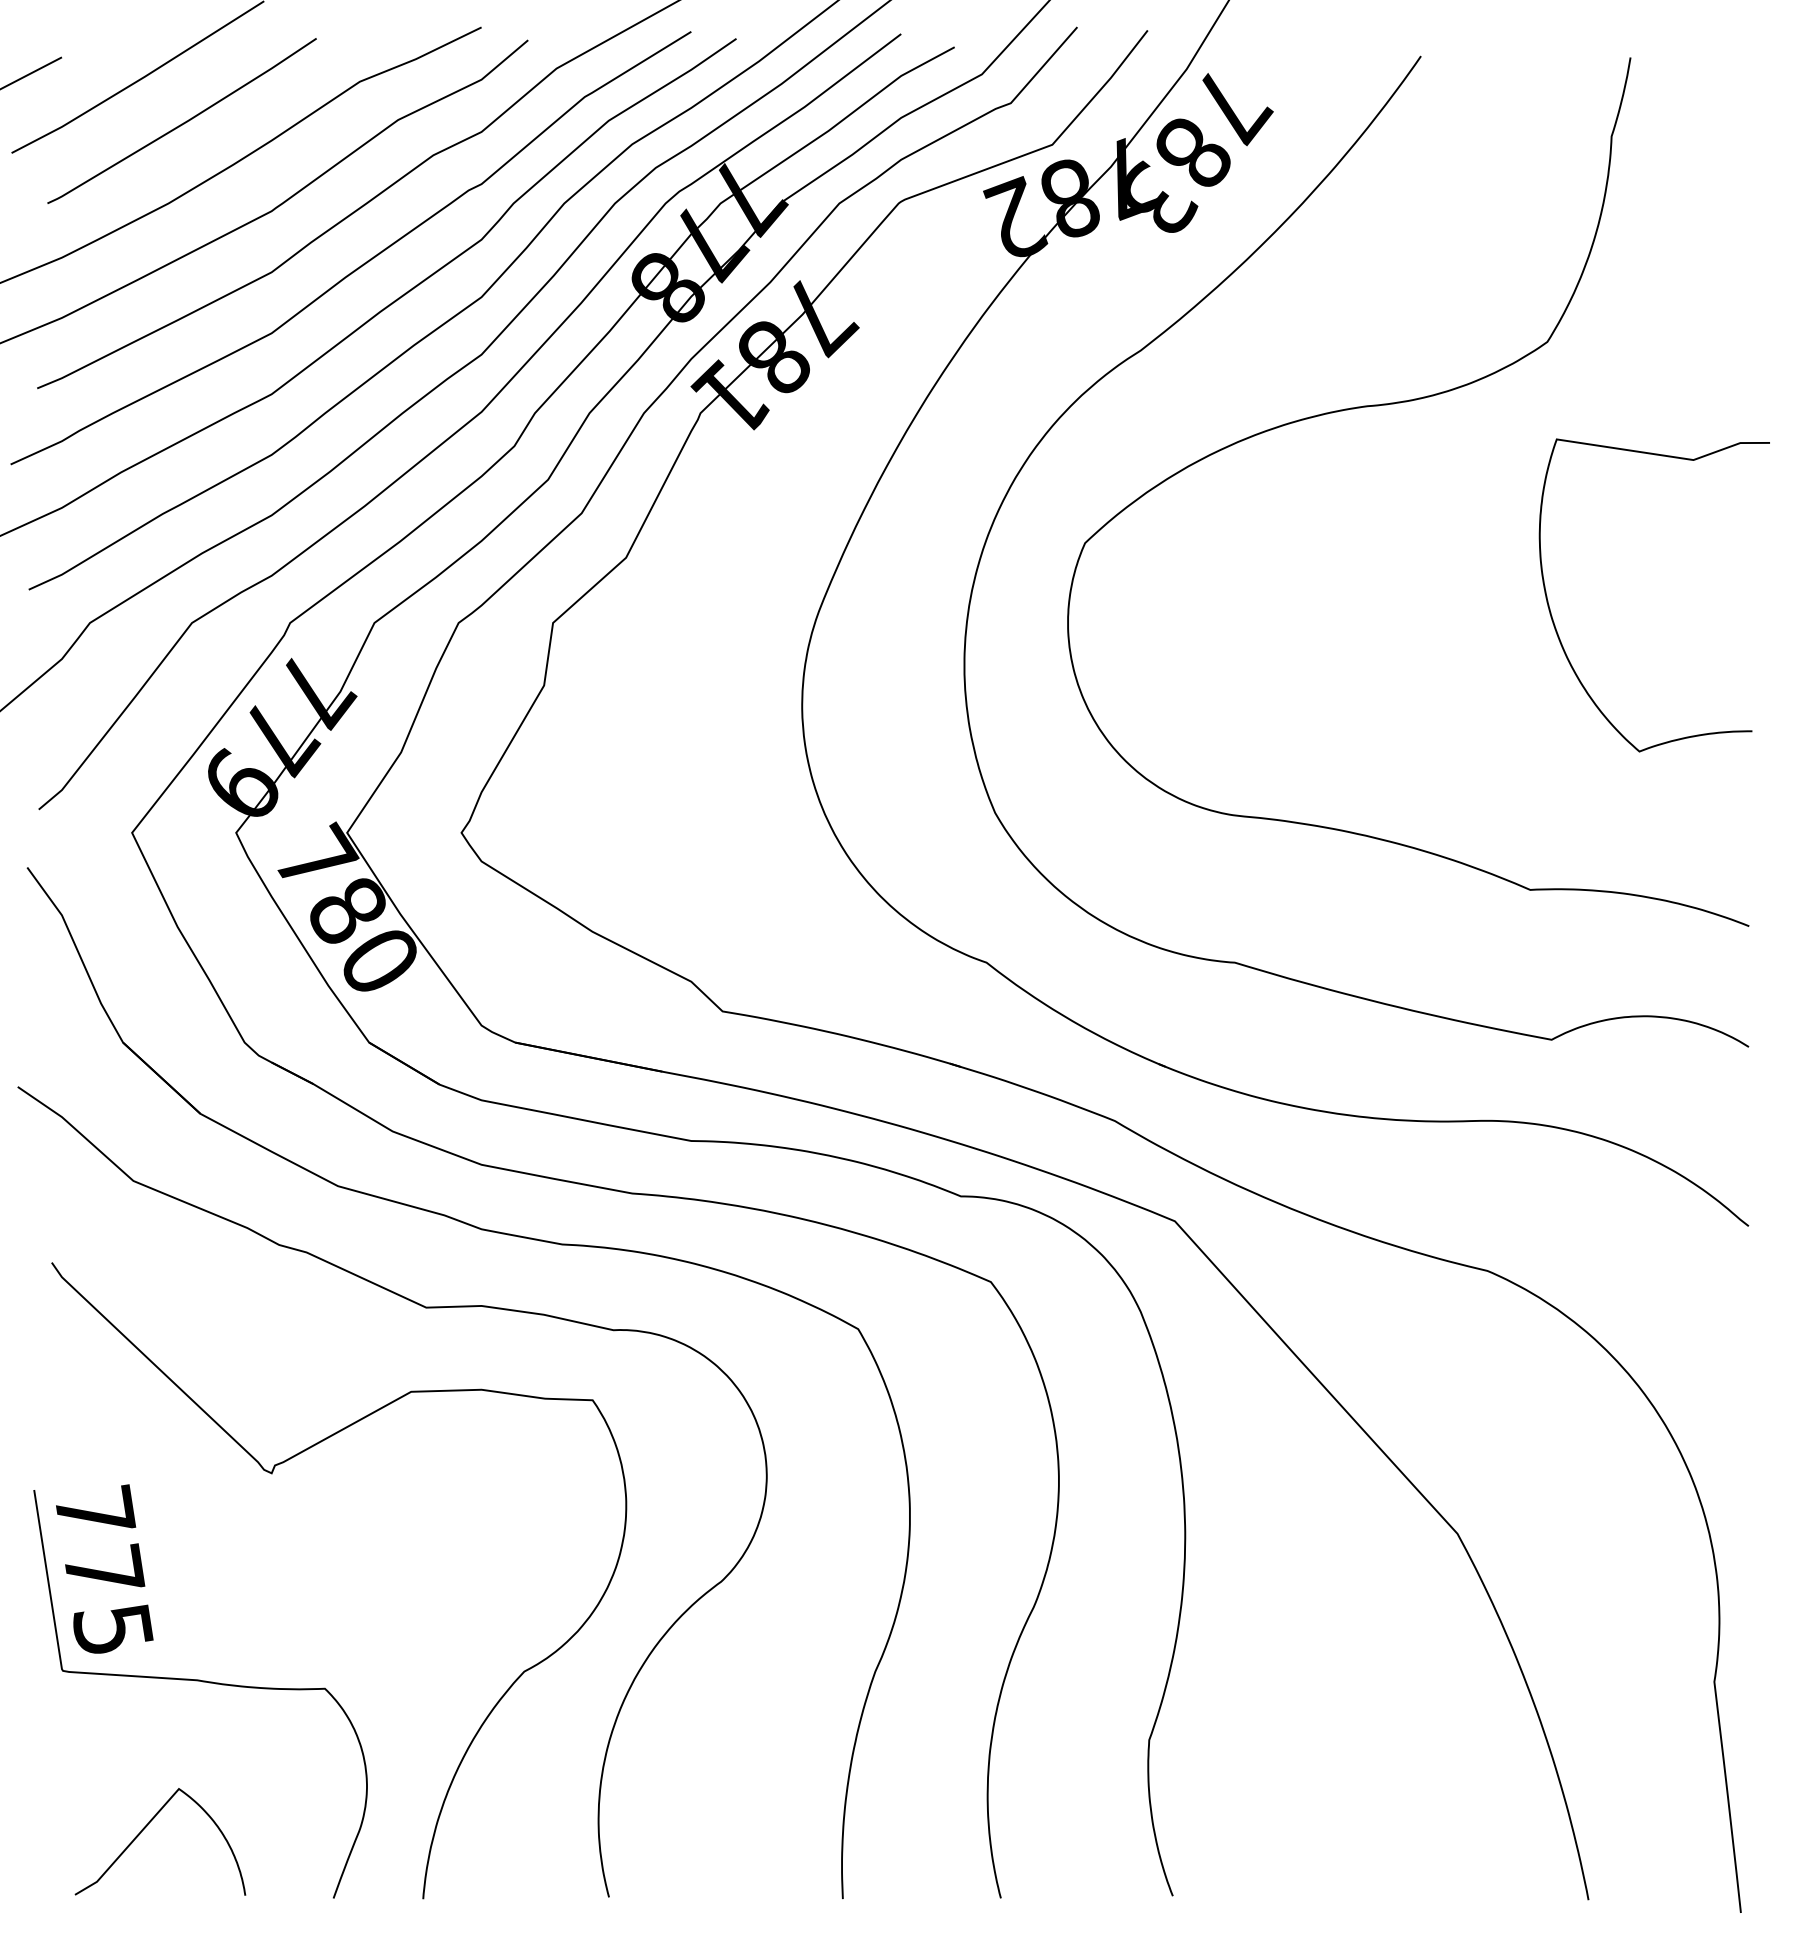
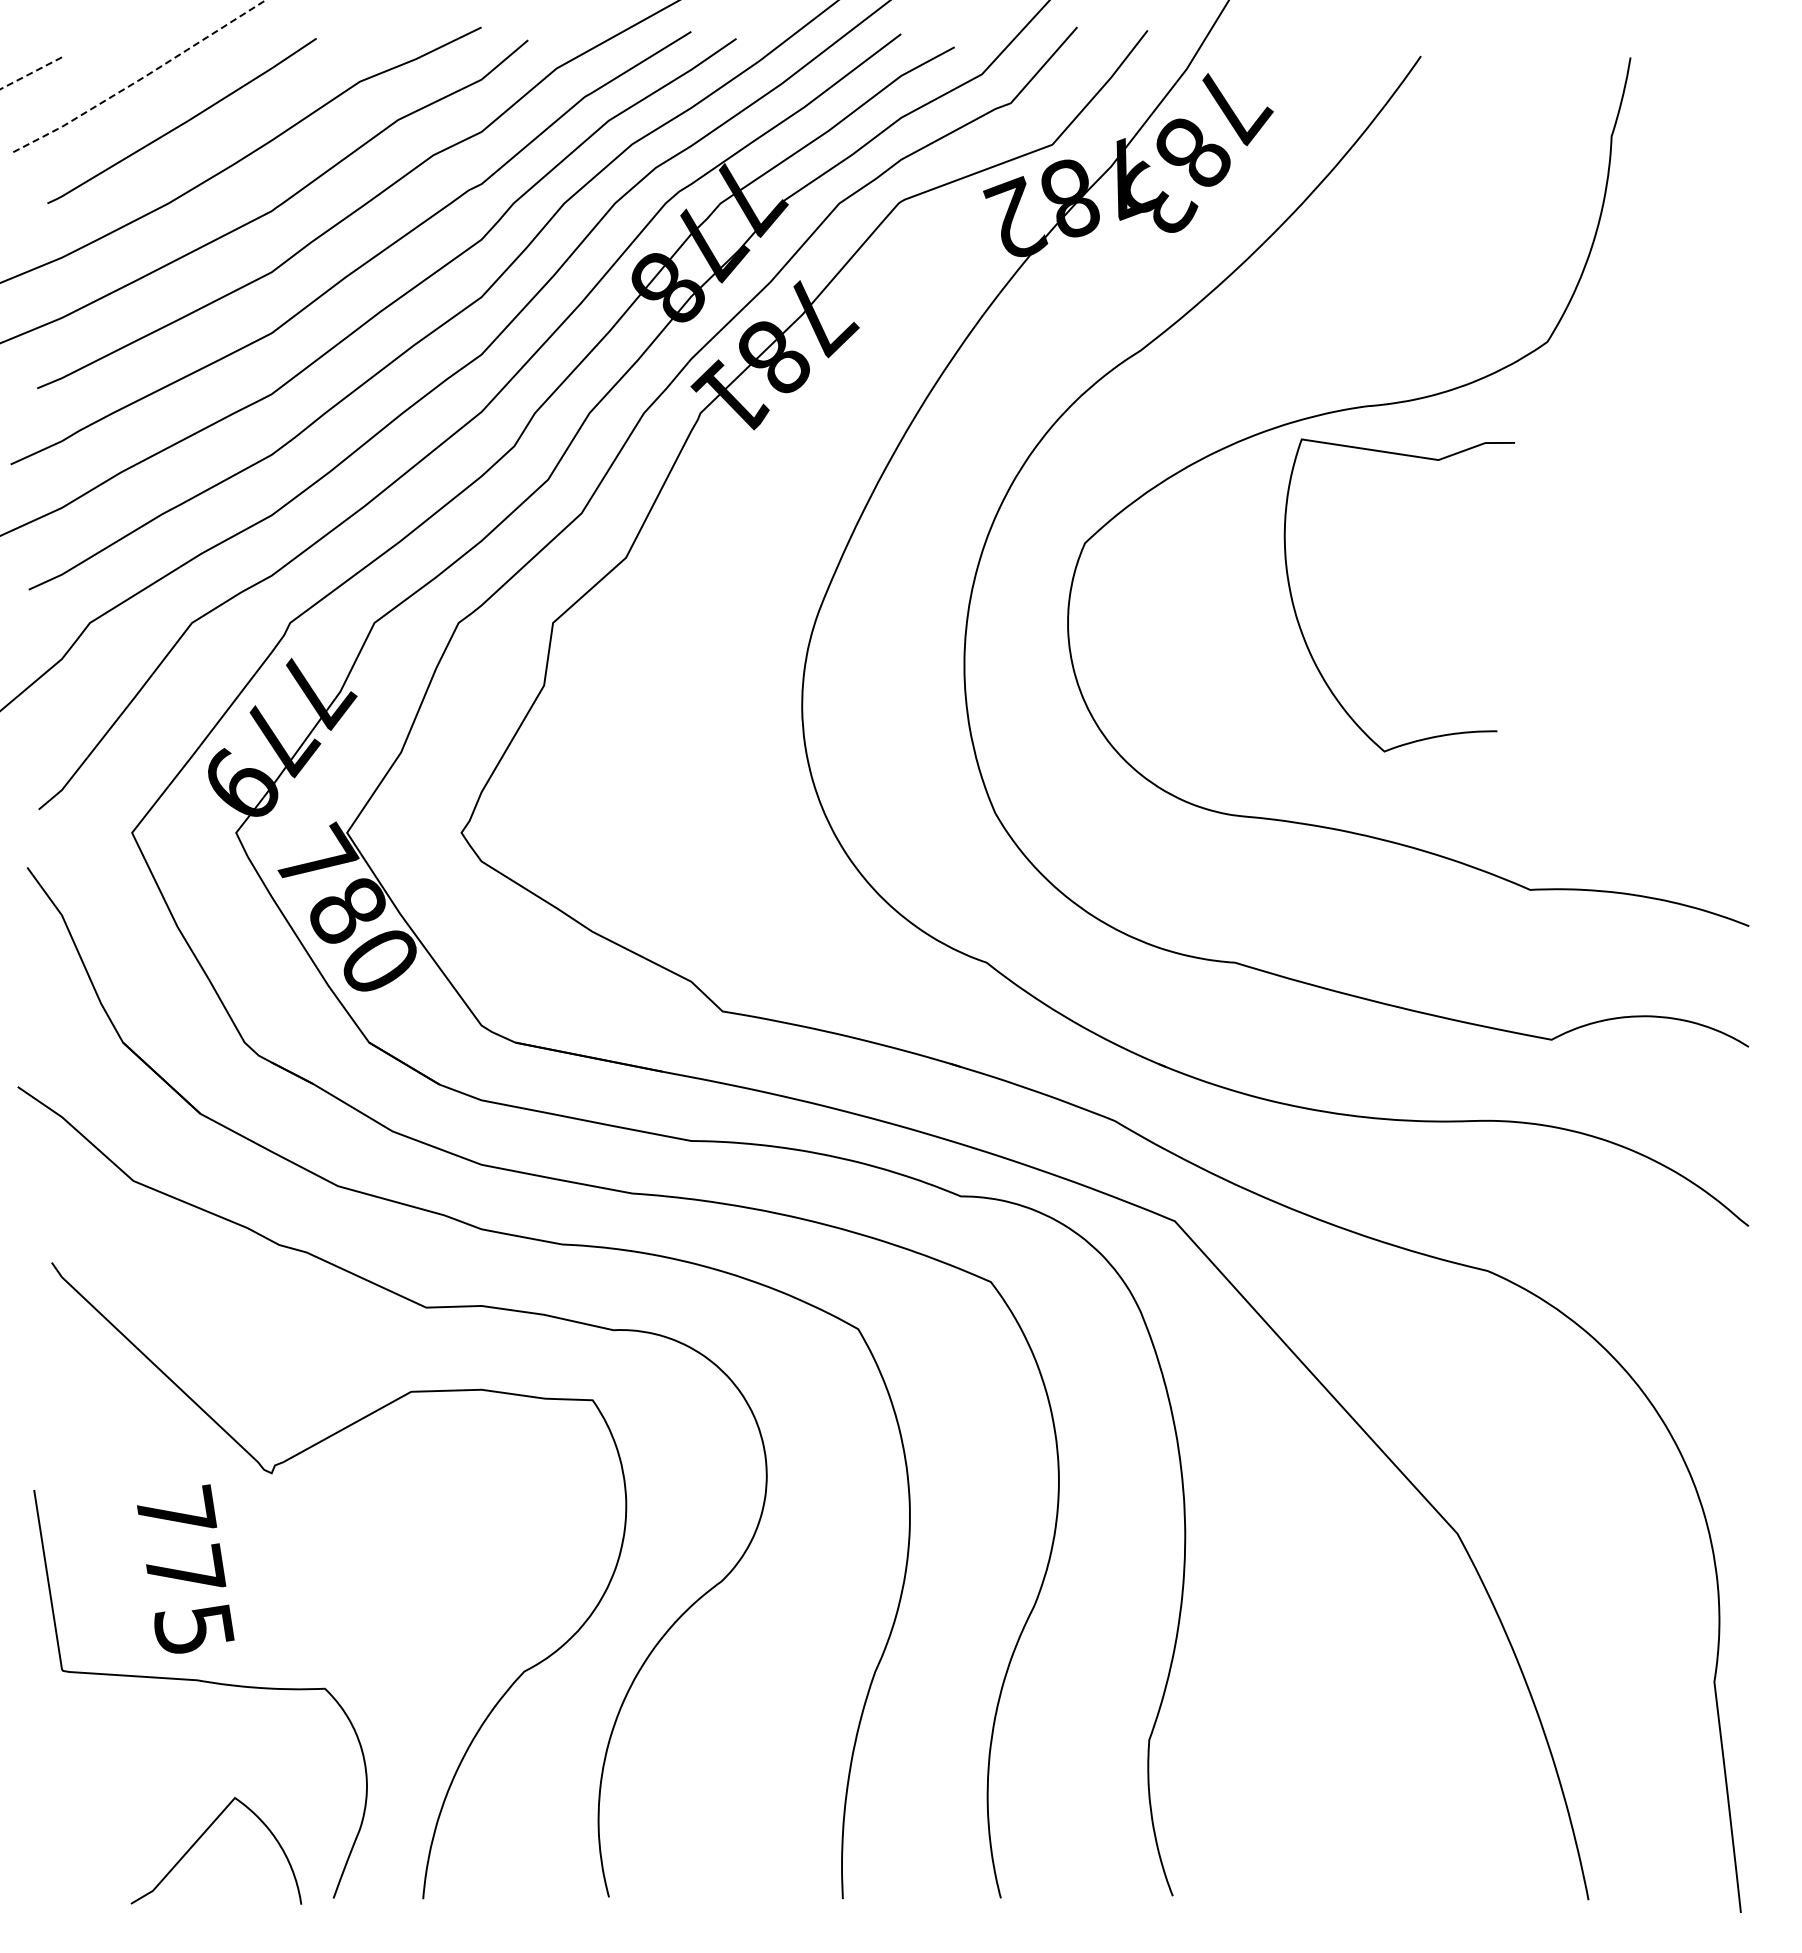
line at (31, 73): solid -> dashed
line at (139, 80): solid -> dashed
curve at (1558, 633) position: (1558, 633) -> (1303, 633)
text at (104, 1568) position: (104, 1568) -> (185, 1568)
curve at (146, 1827) position: (146, 1827) -> (202, 1836)
